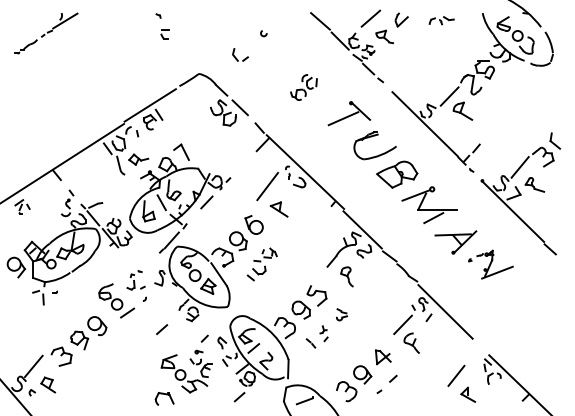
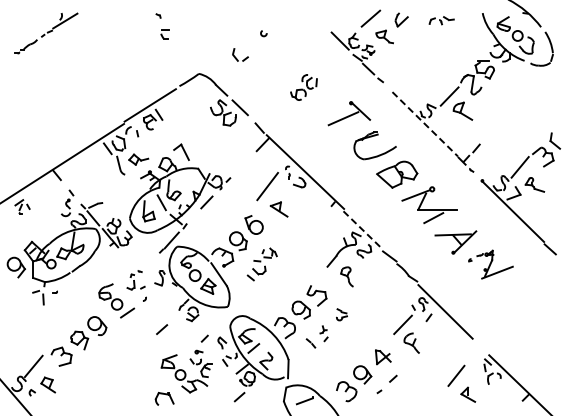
line at (320, 21): present -> none
line at (425, 124): solid -> dashed
line at (362, 229): solid -> dashed
